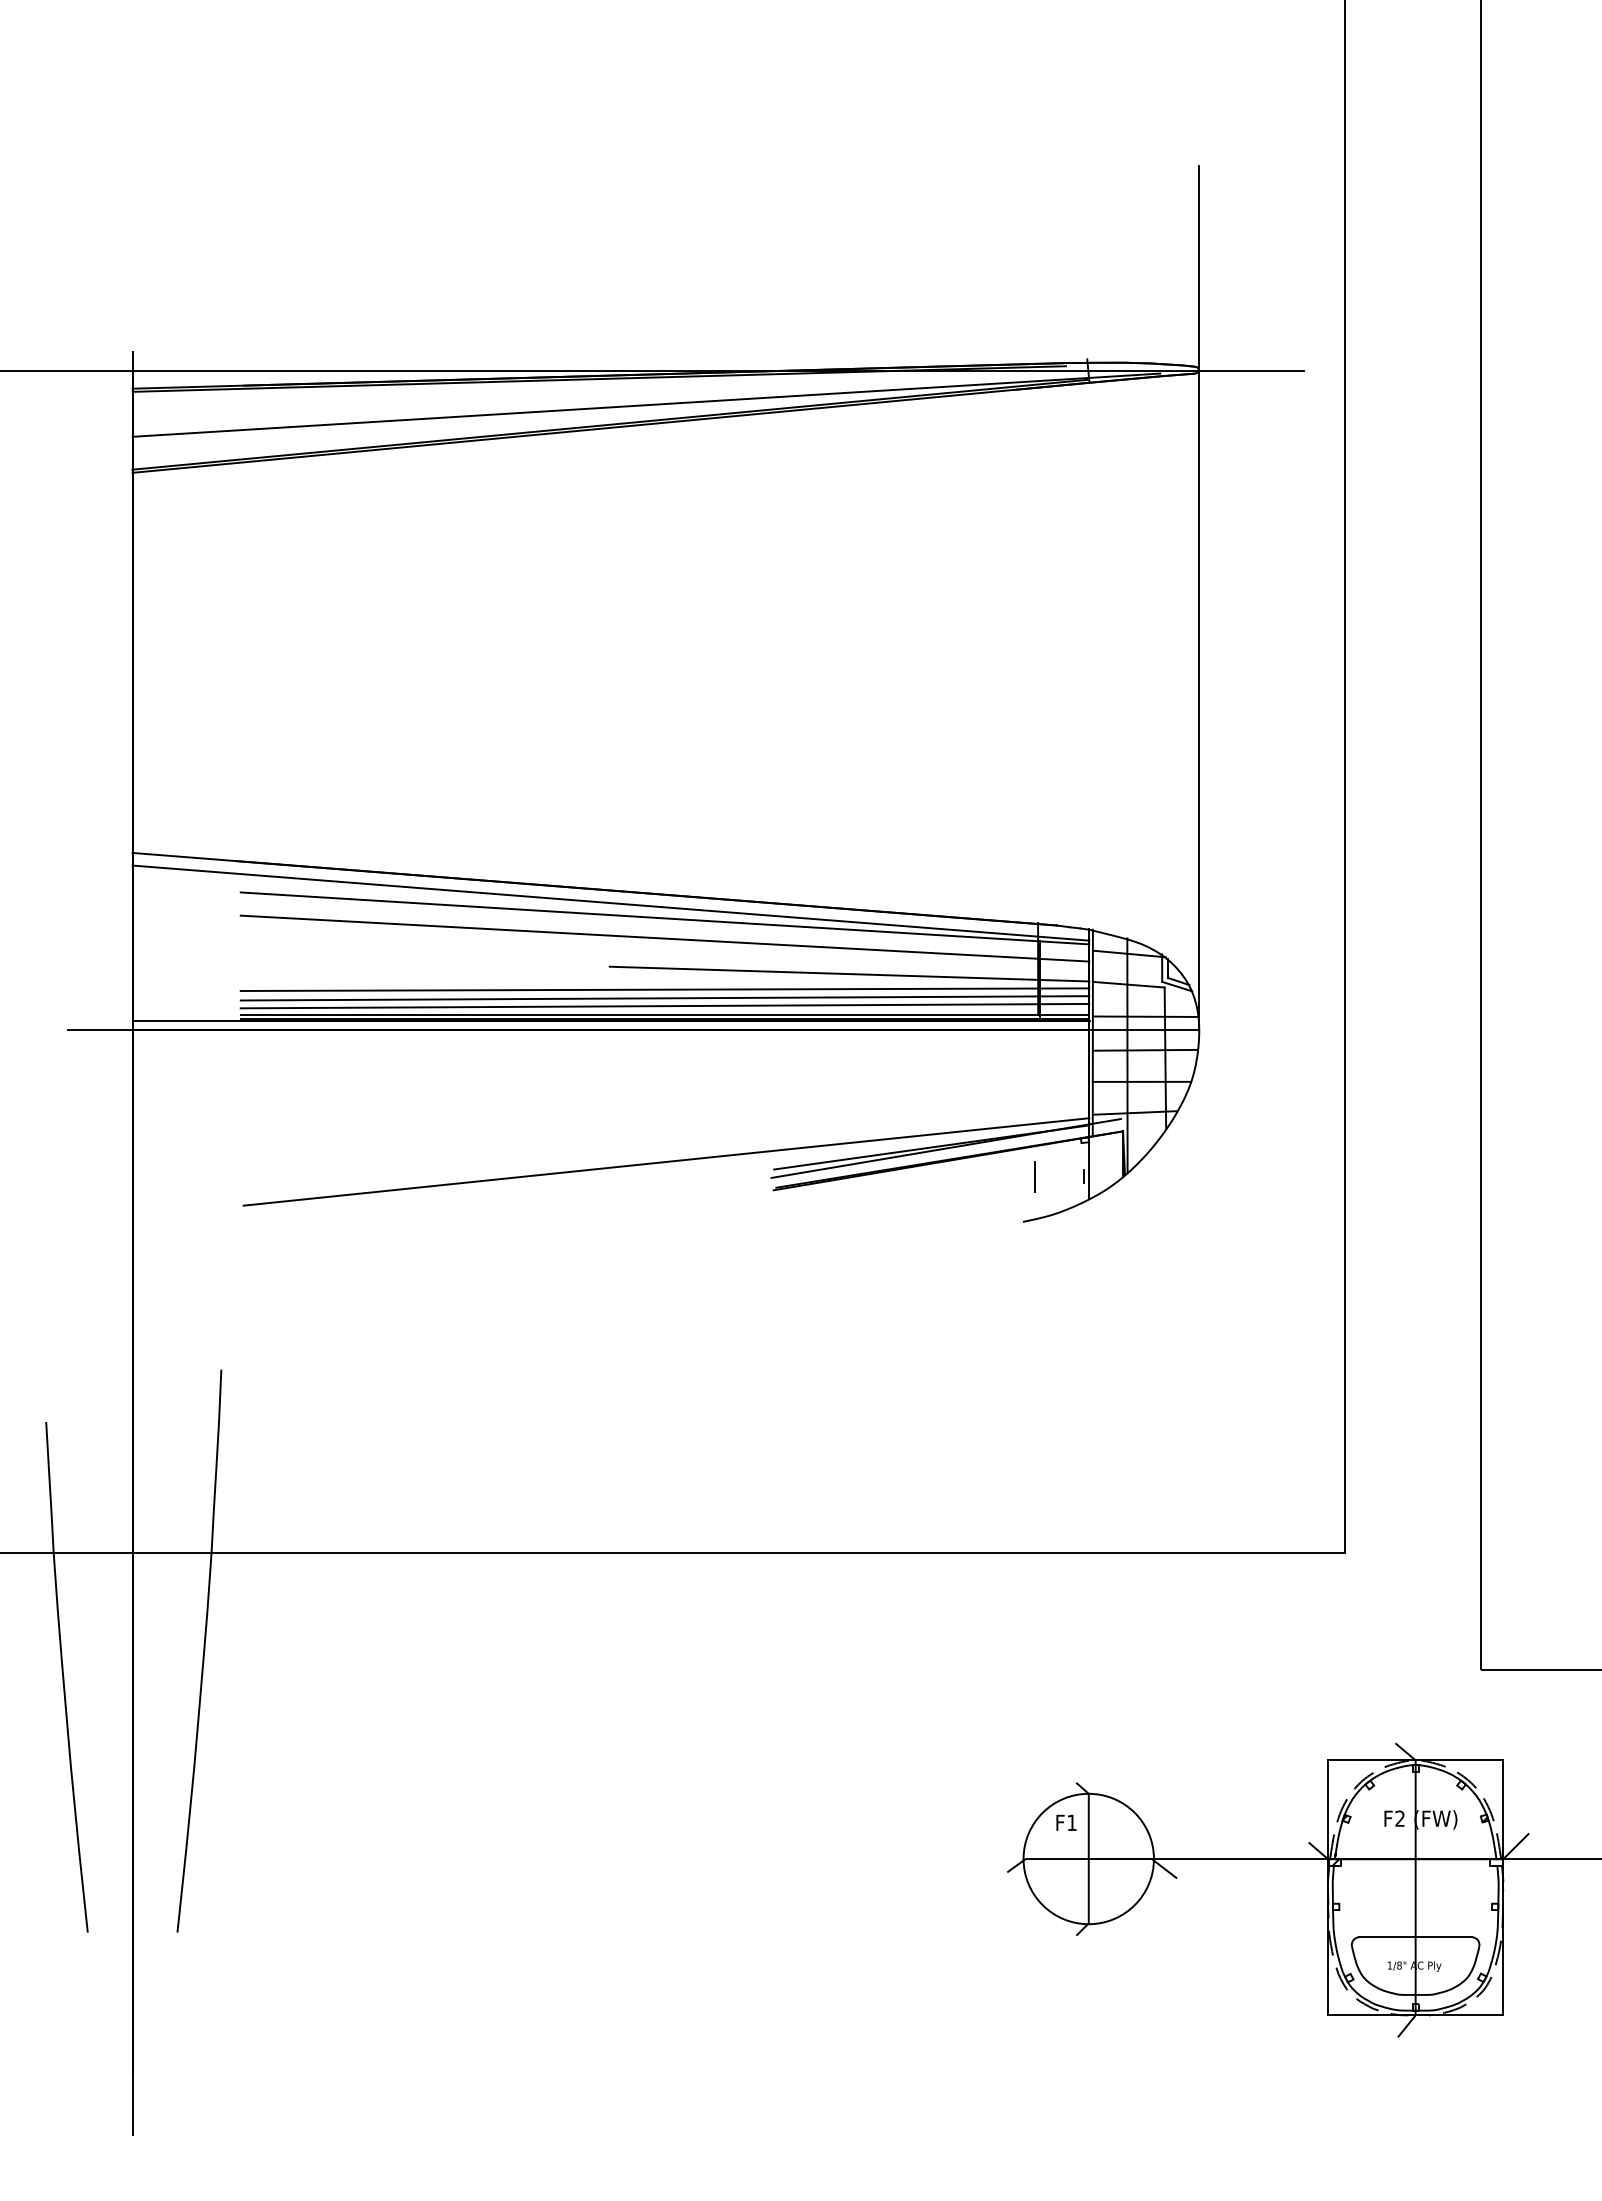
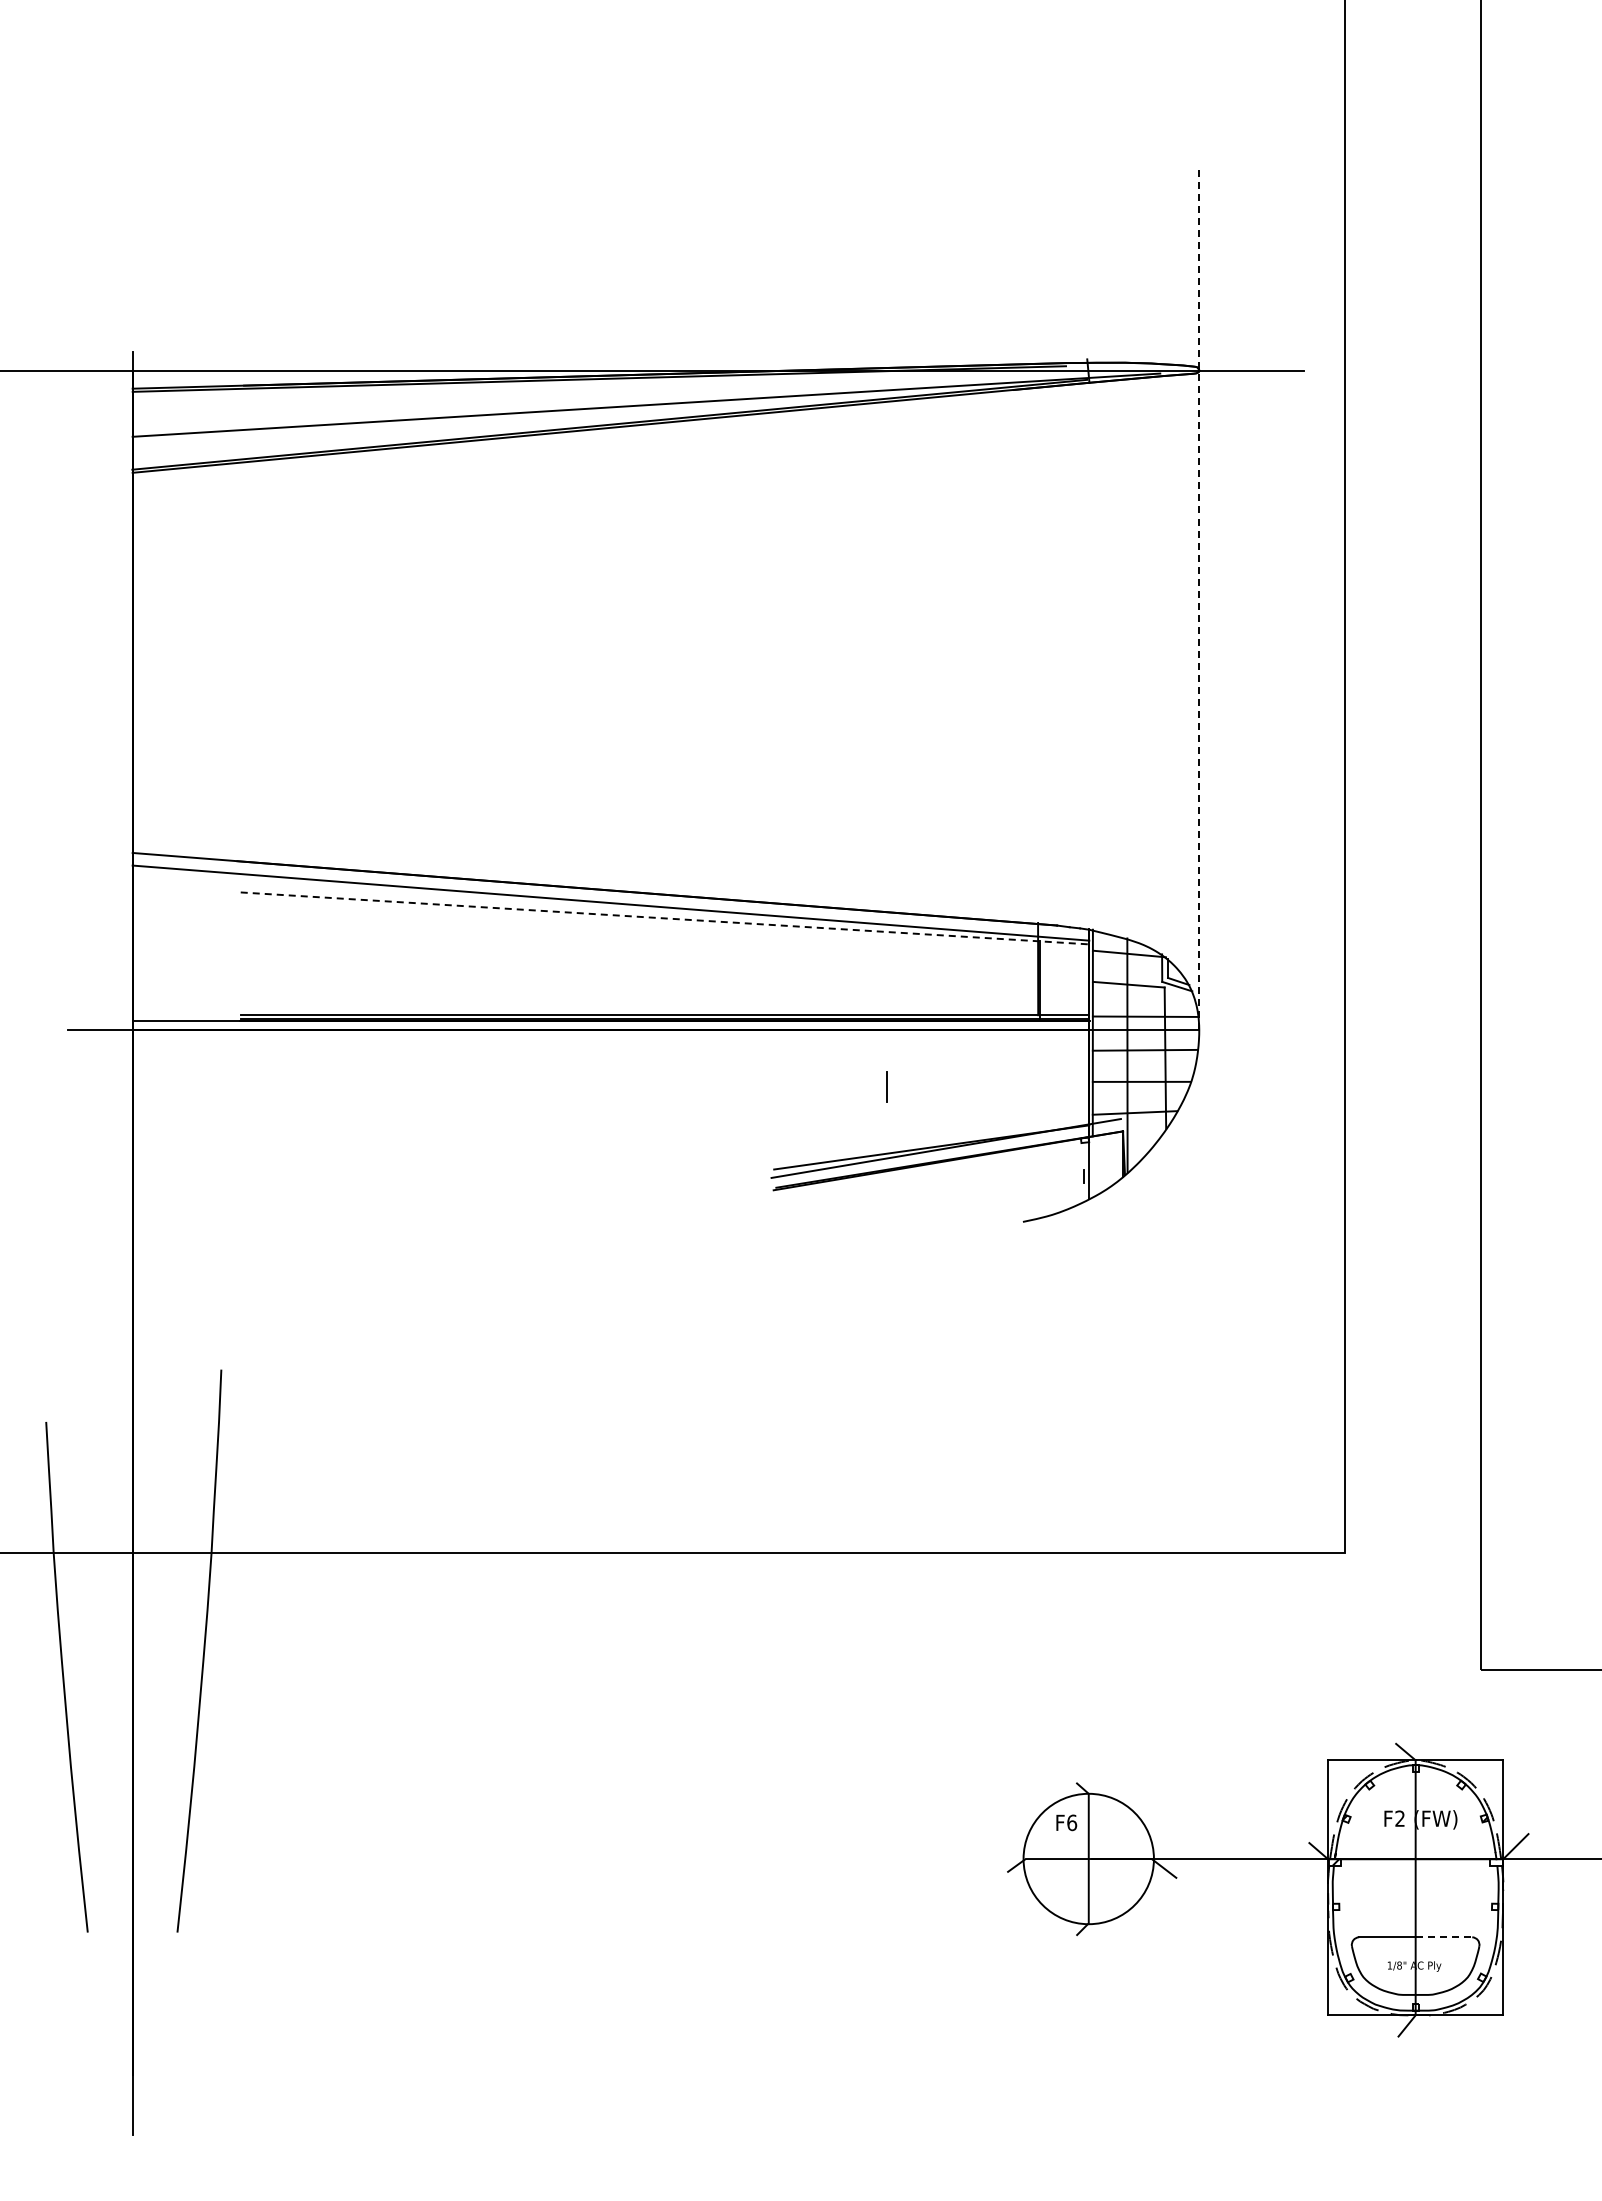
line at (1199, 597): solid -> dashed
line at (665, 918): solid -> dashed
line at (664, 938): present -> none
line at (849, 973): present -> none
line at (664, 989): present -> none
line at (664, 998): present -> none
line at (664, 1005): present -> none
line at (666, 1161): present -> none
line at (1034, 1176) position: (1034, 1176) -> (886, 1086)
text at (1072, 1822): F1 -> F6
line at (1444, 1937): solid -> dashed
